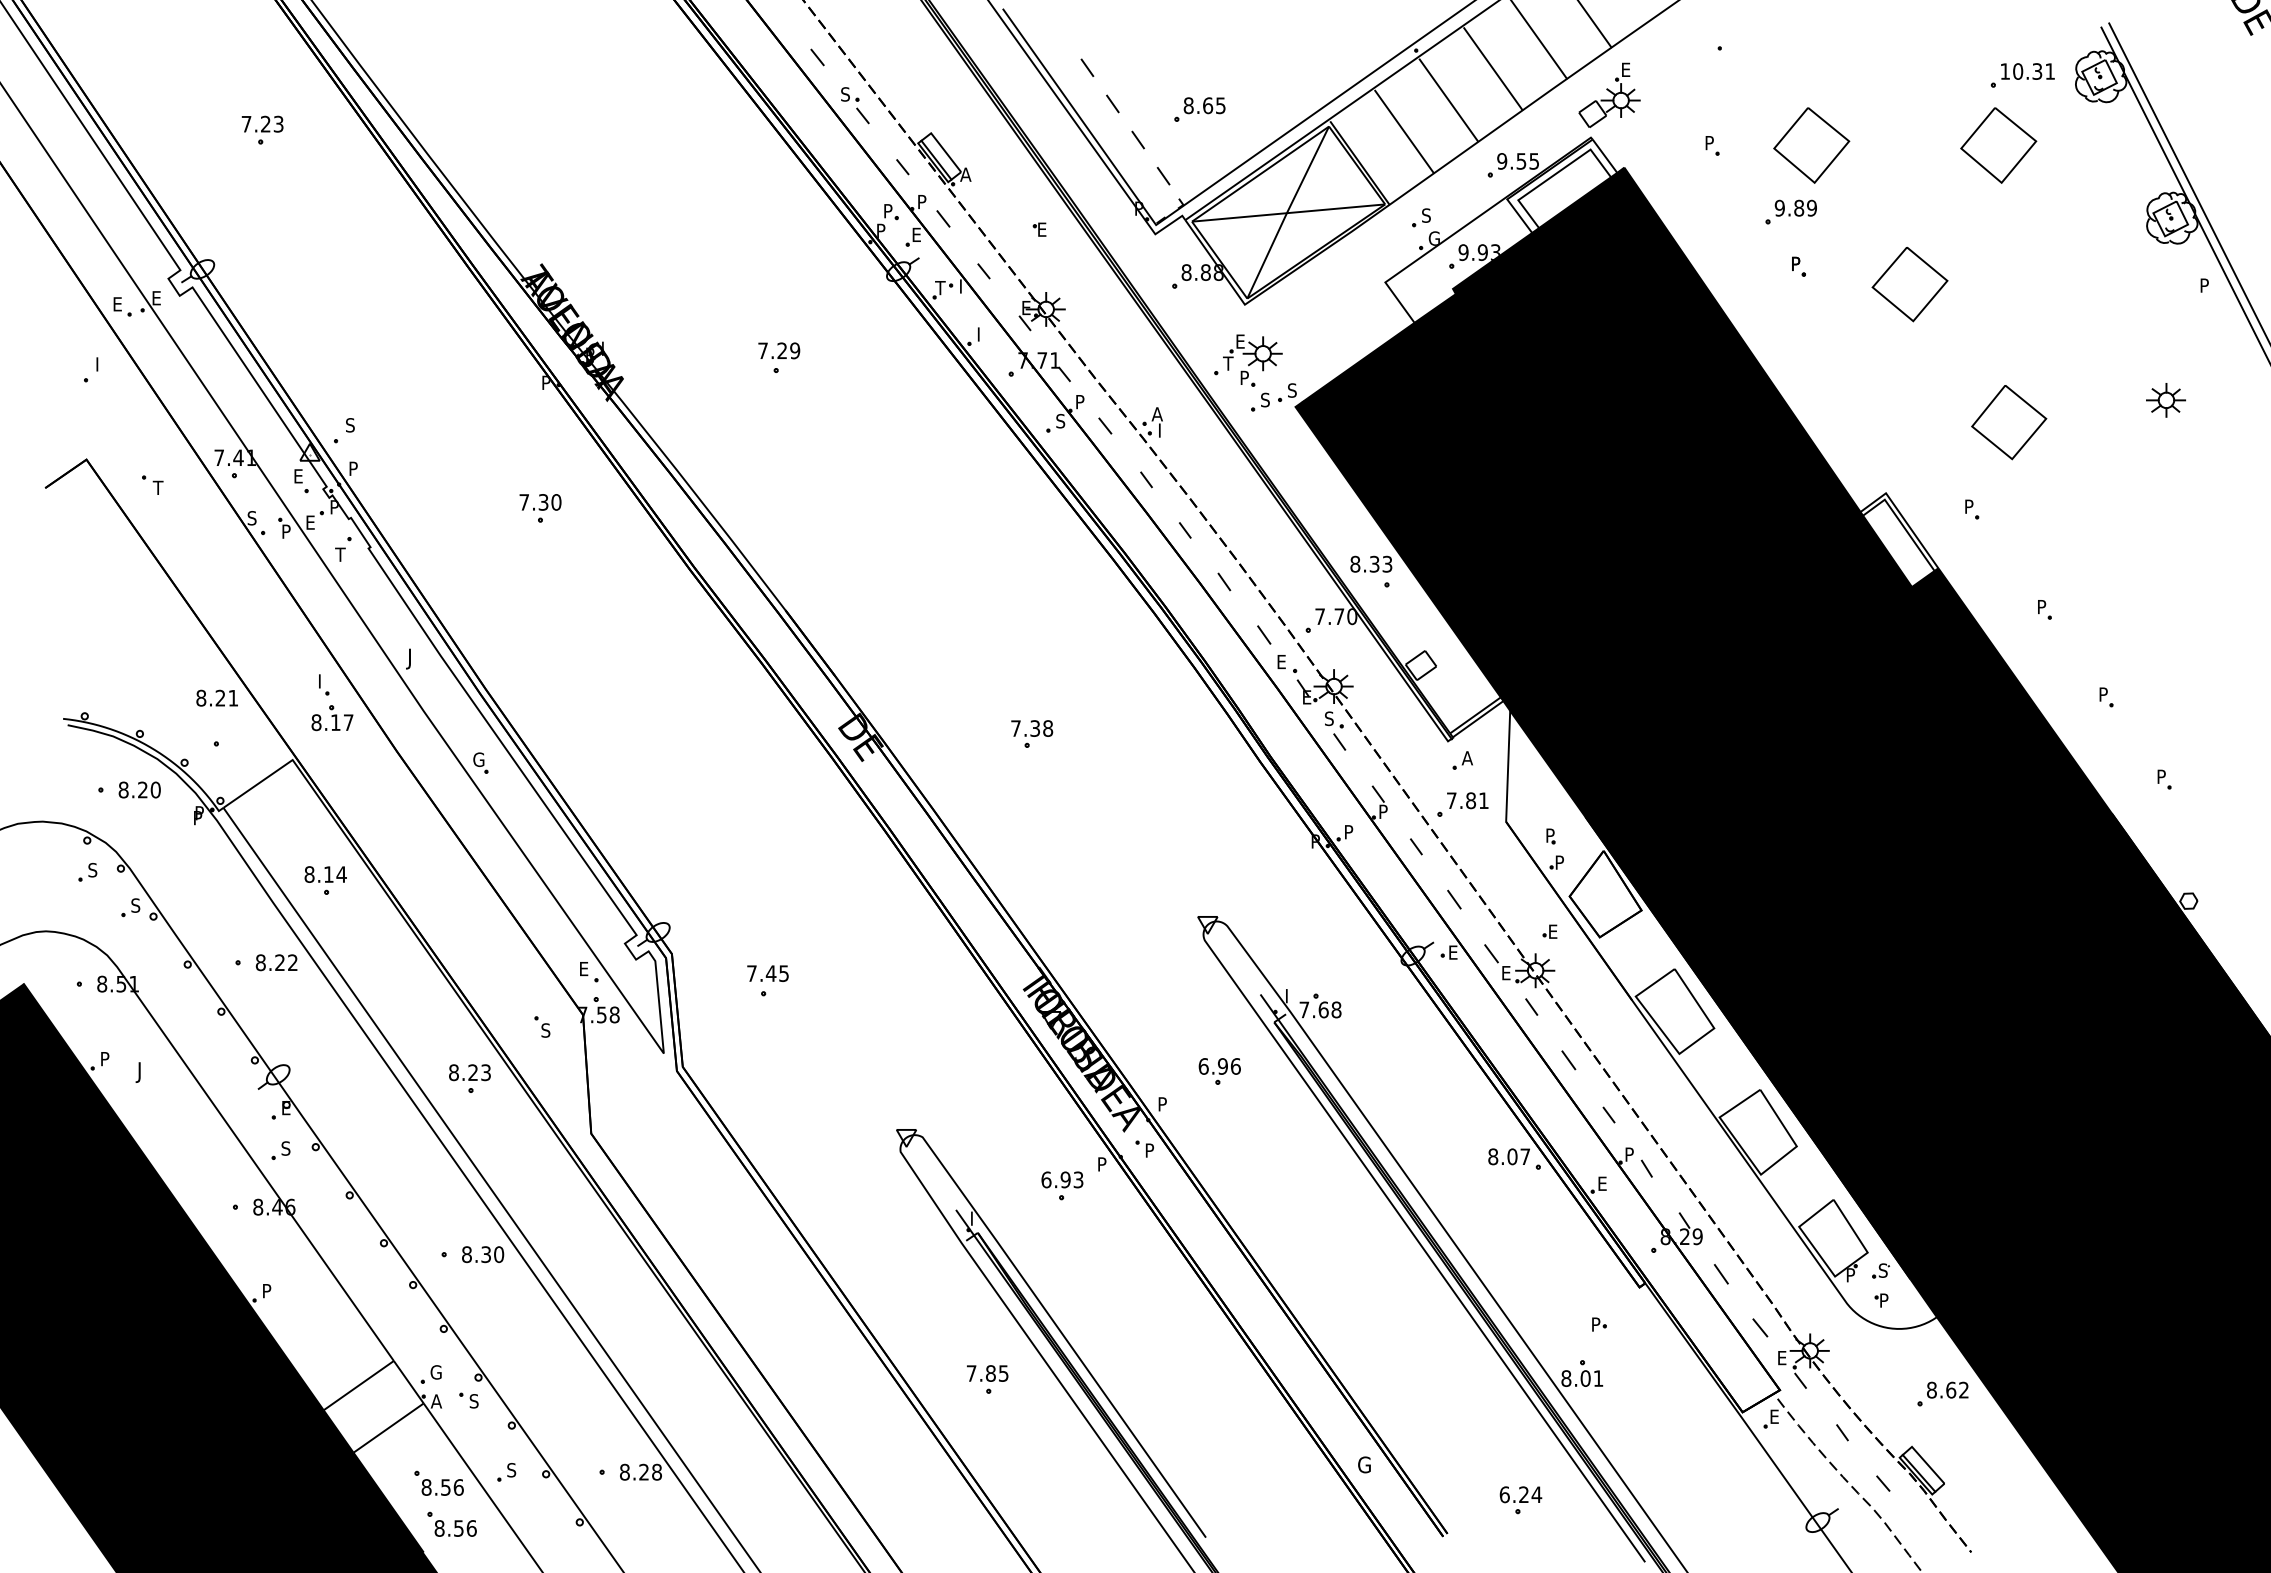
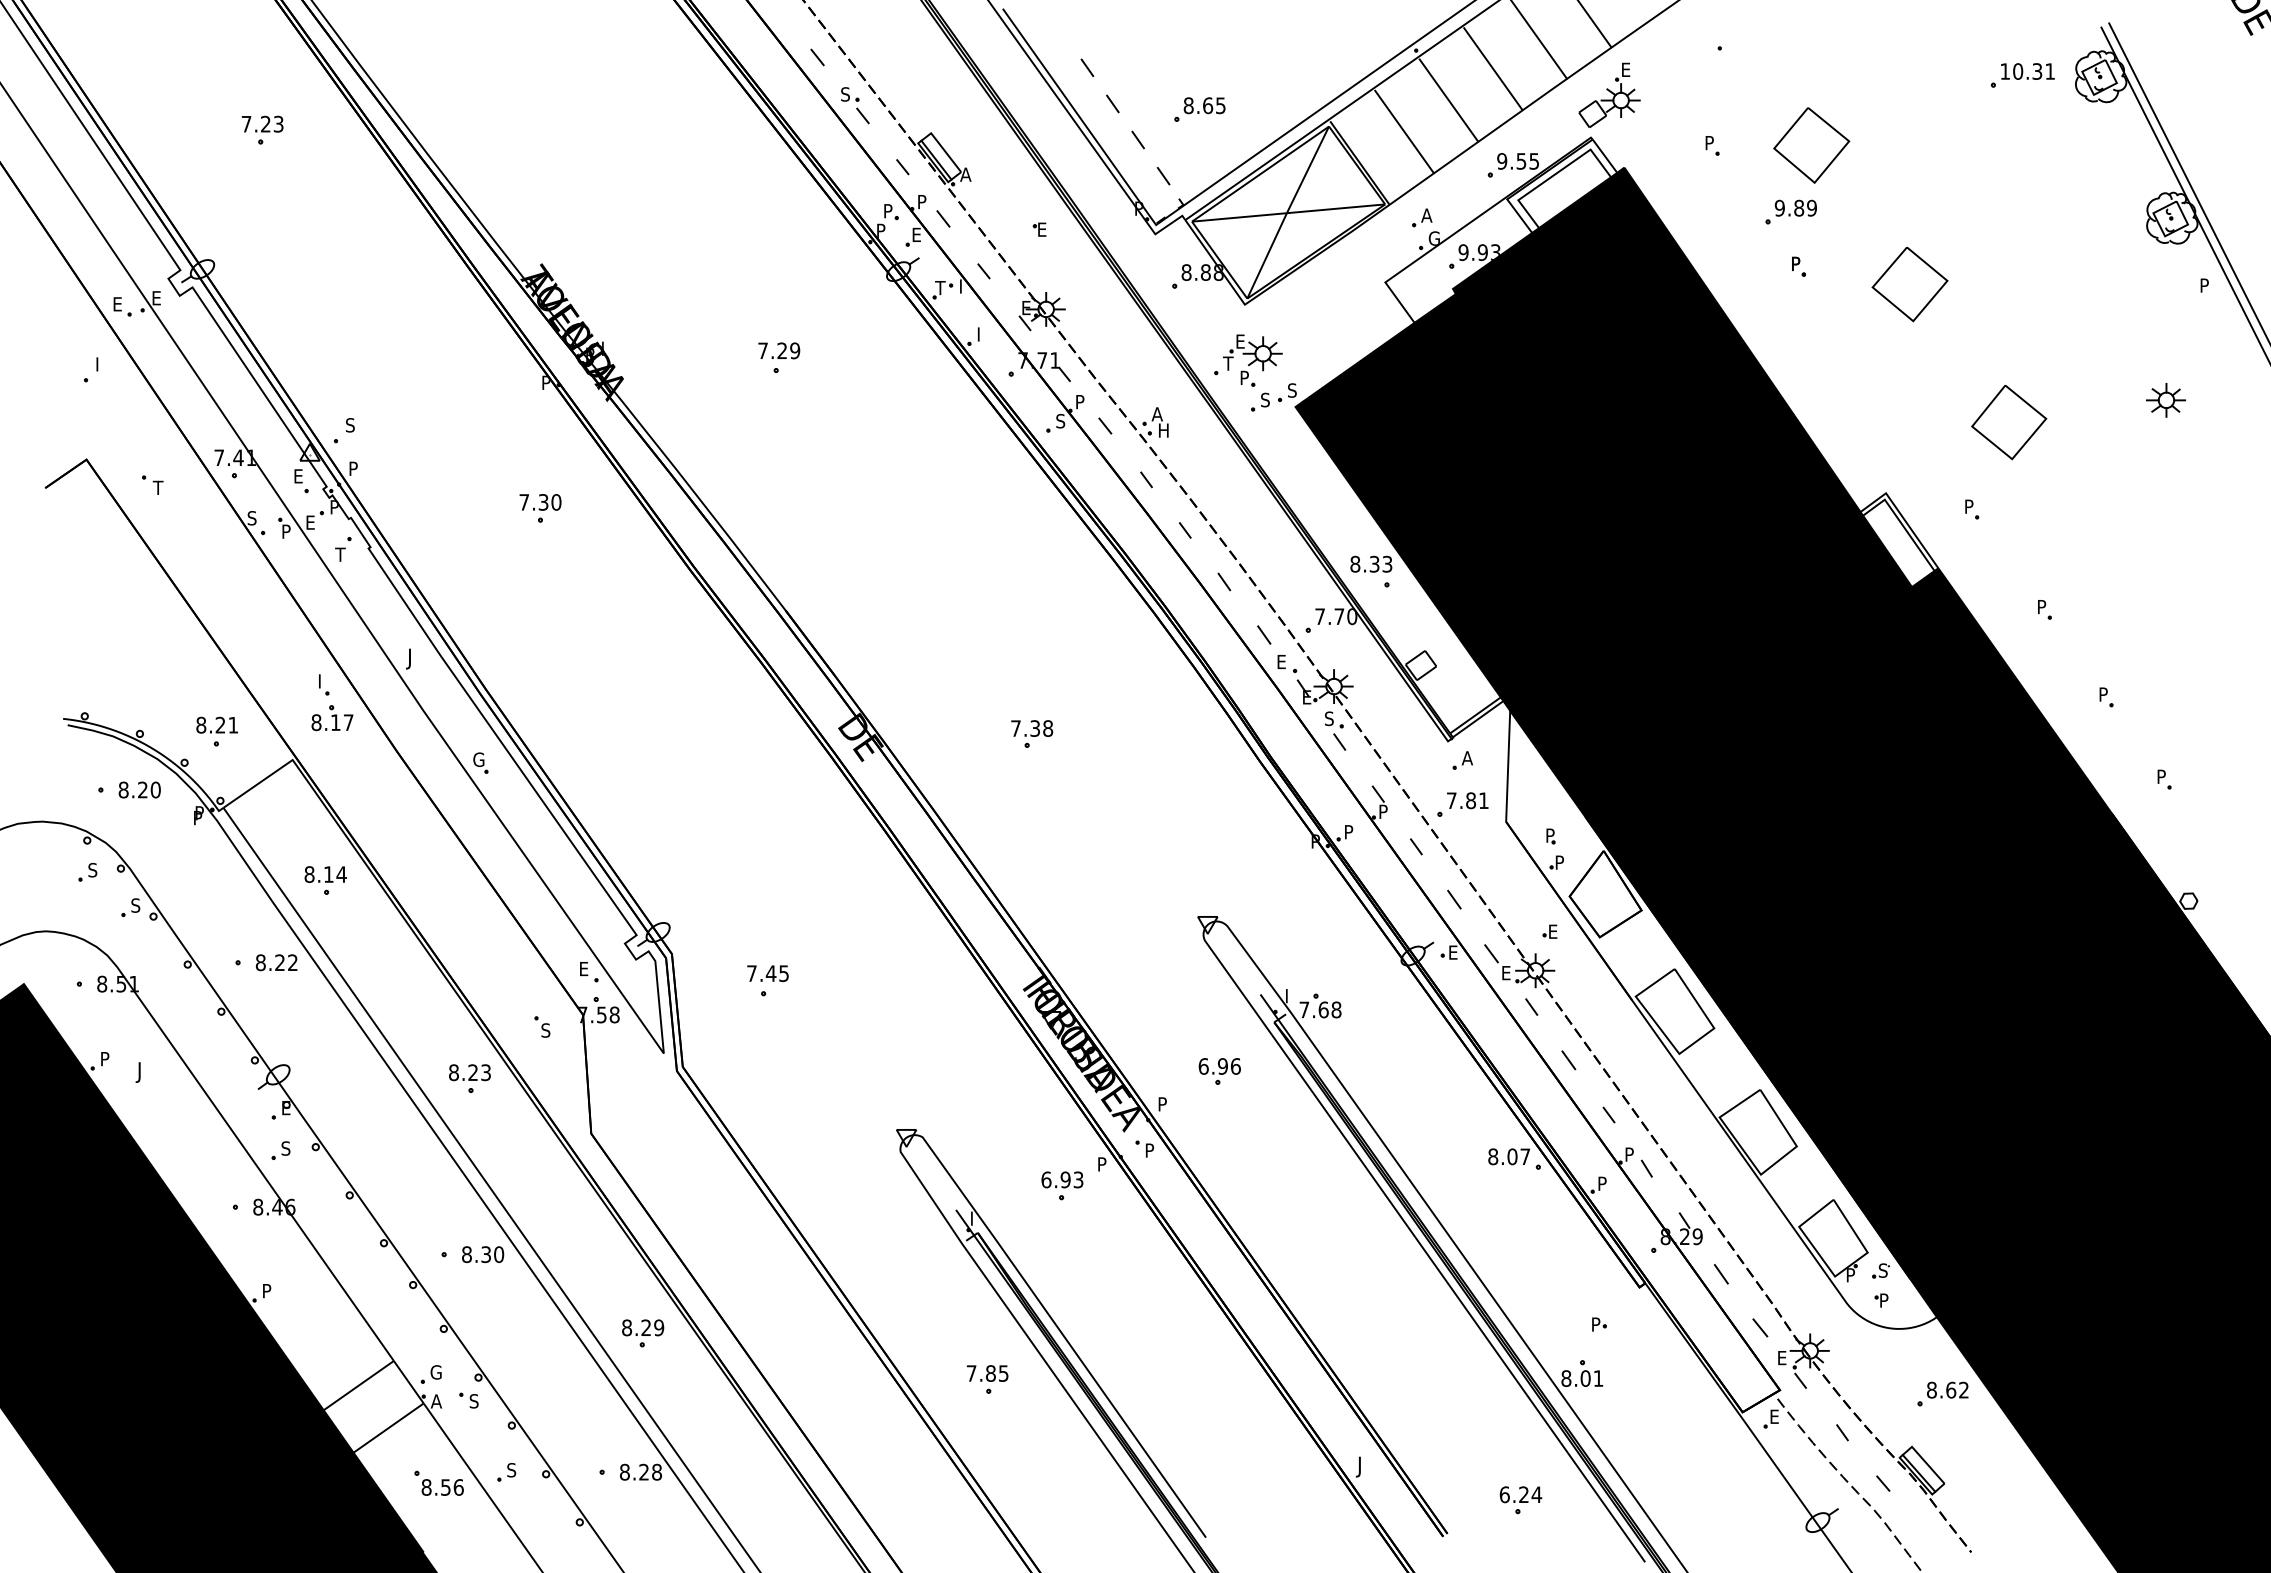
part at (1998, 145): present -> none
text at (1426, 215): S -> A
text at (1164, 430): I -> H
text at (216, 697) position: (216, 697) -> (216, 724)
text at (1603, 1183): E -> P
part at (643, 1333): none -> present
text at (1362, 1466): G -> J
part at (451, 1523): present -> none
